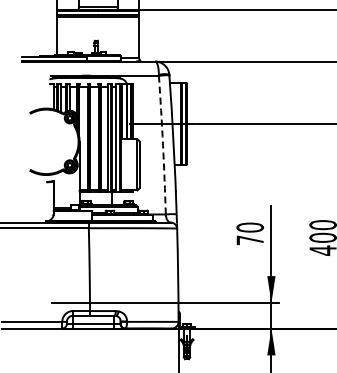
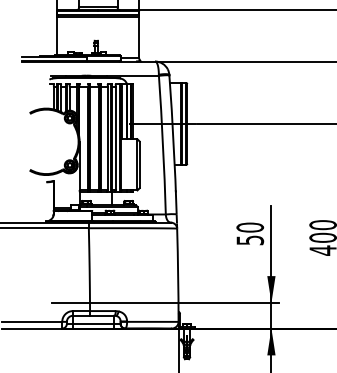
arc at (163, 145): dashed -> solid
text at (250, 240): 70 -> 50
